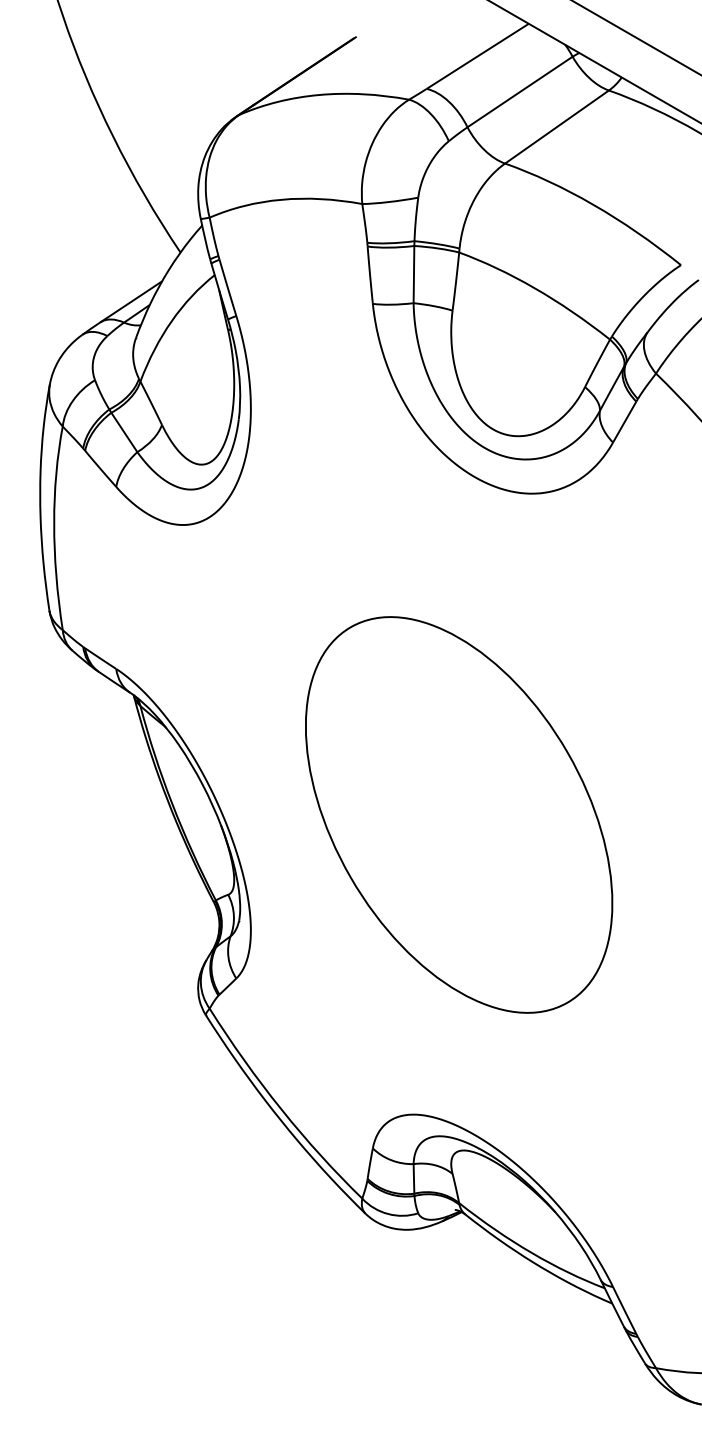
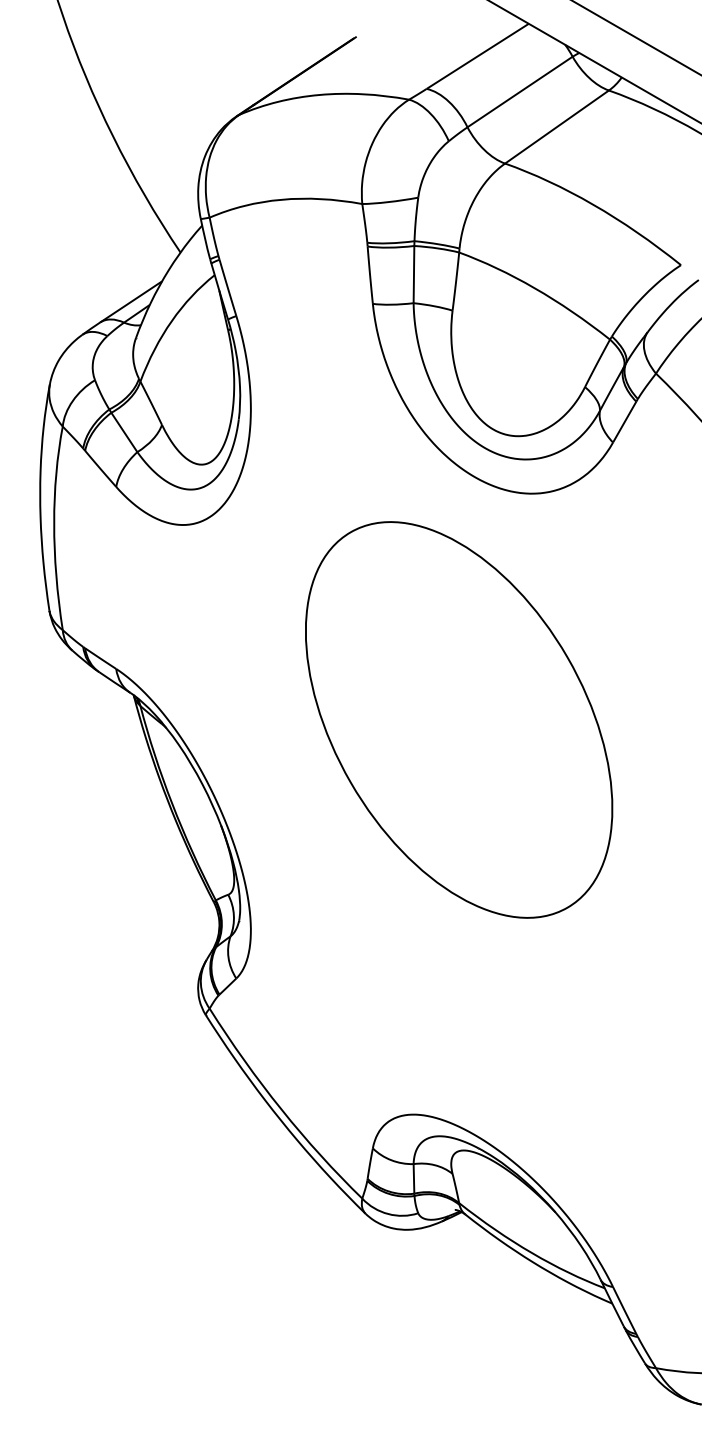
part at (459, 814) position: (459, 814) -> (459, 719)
